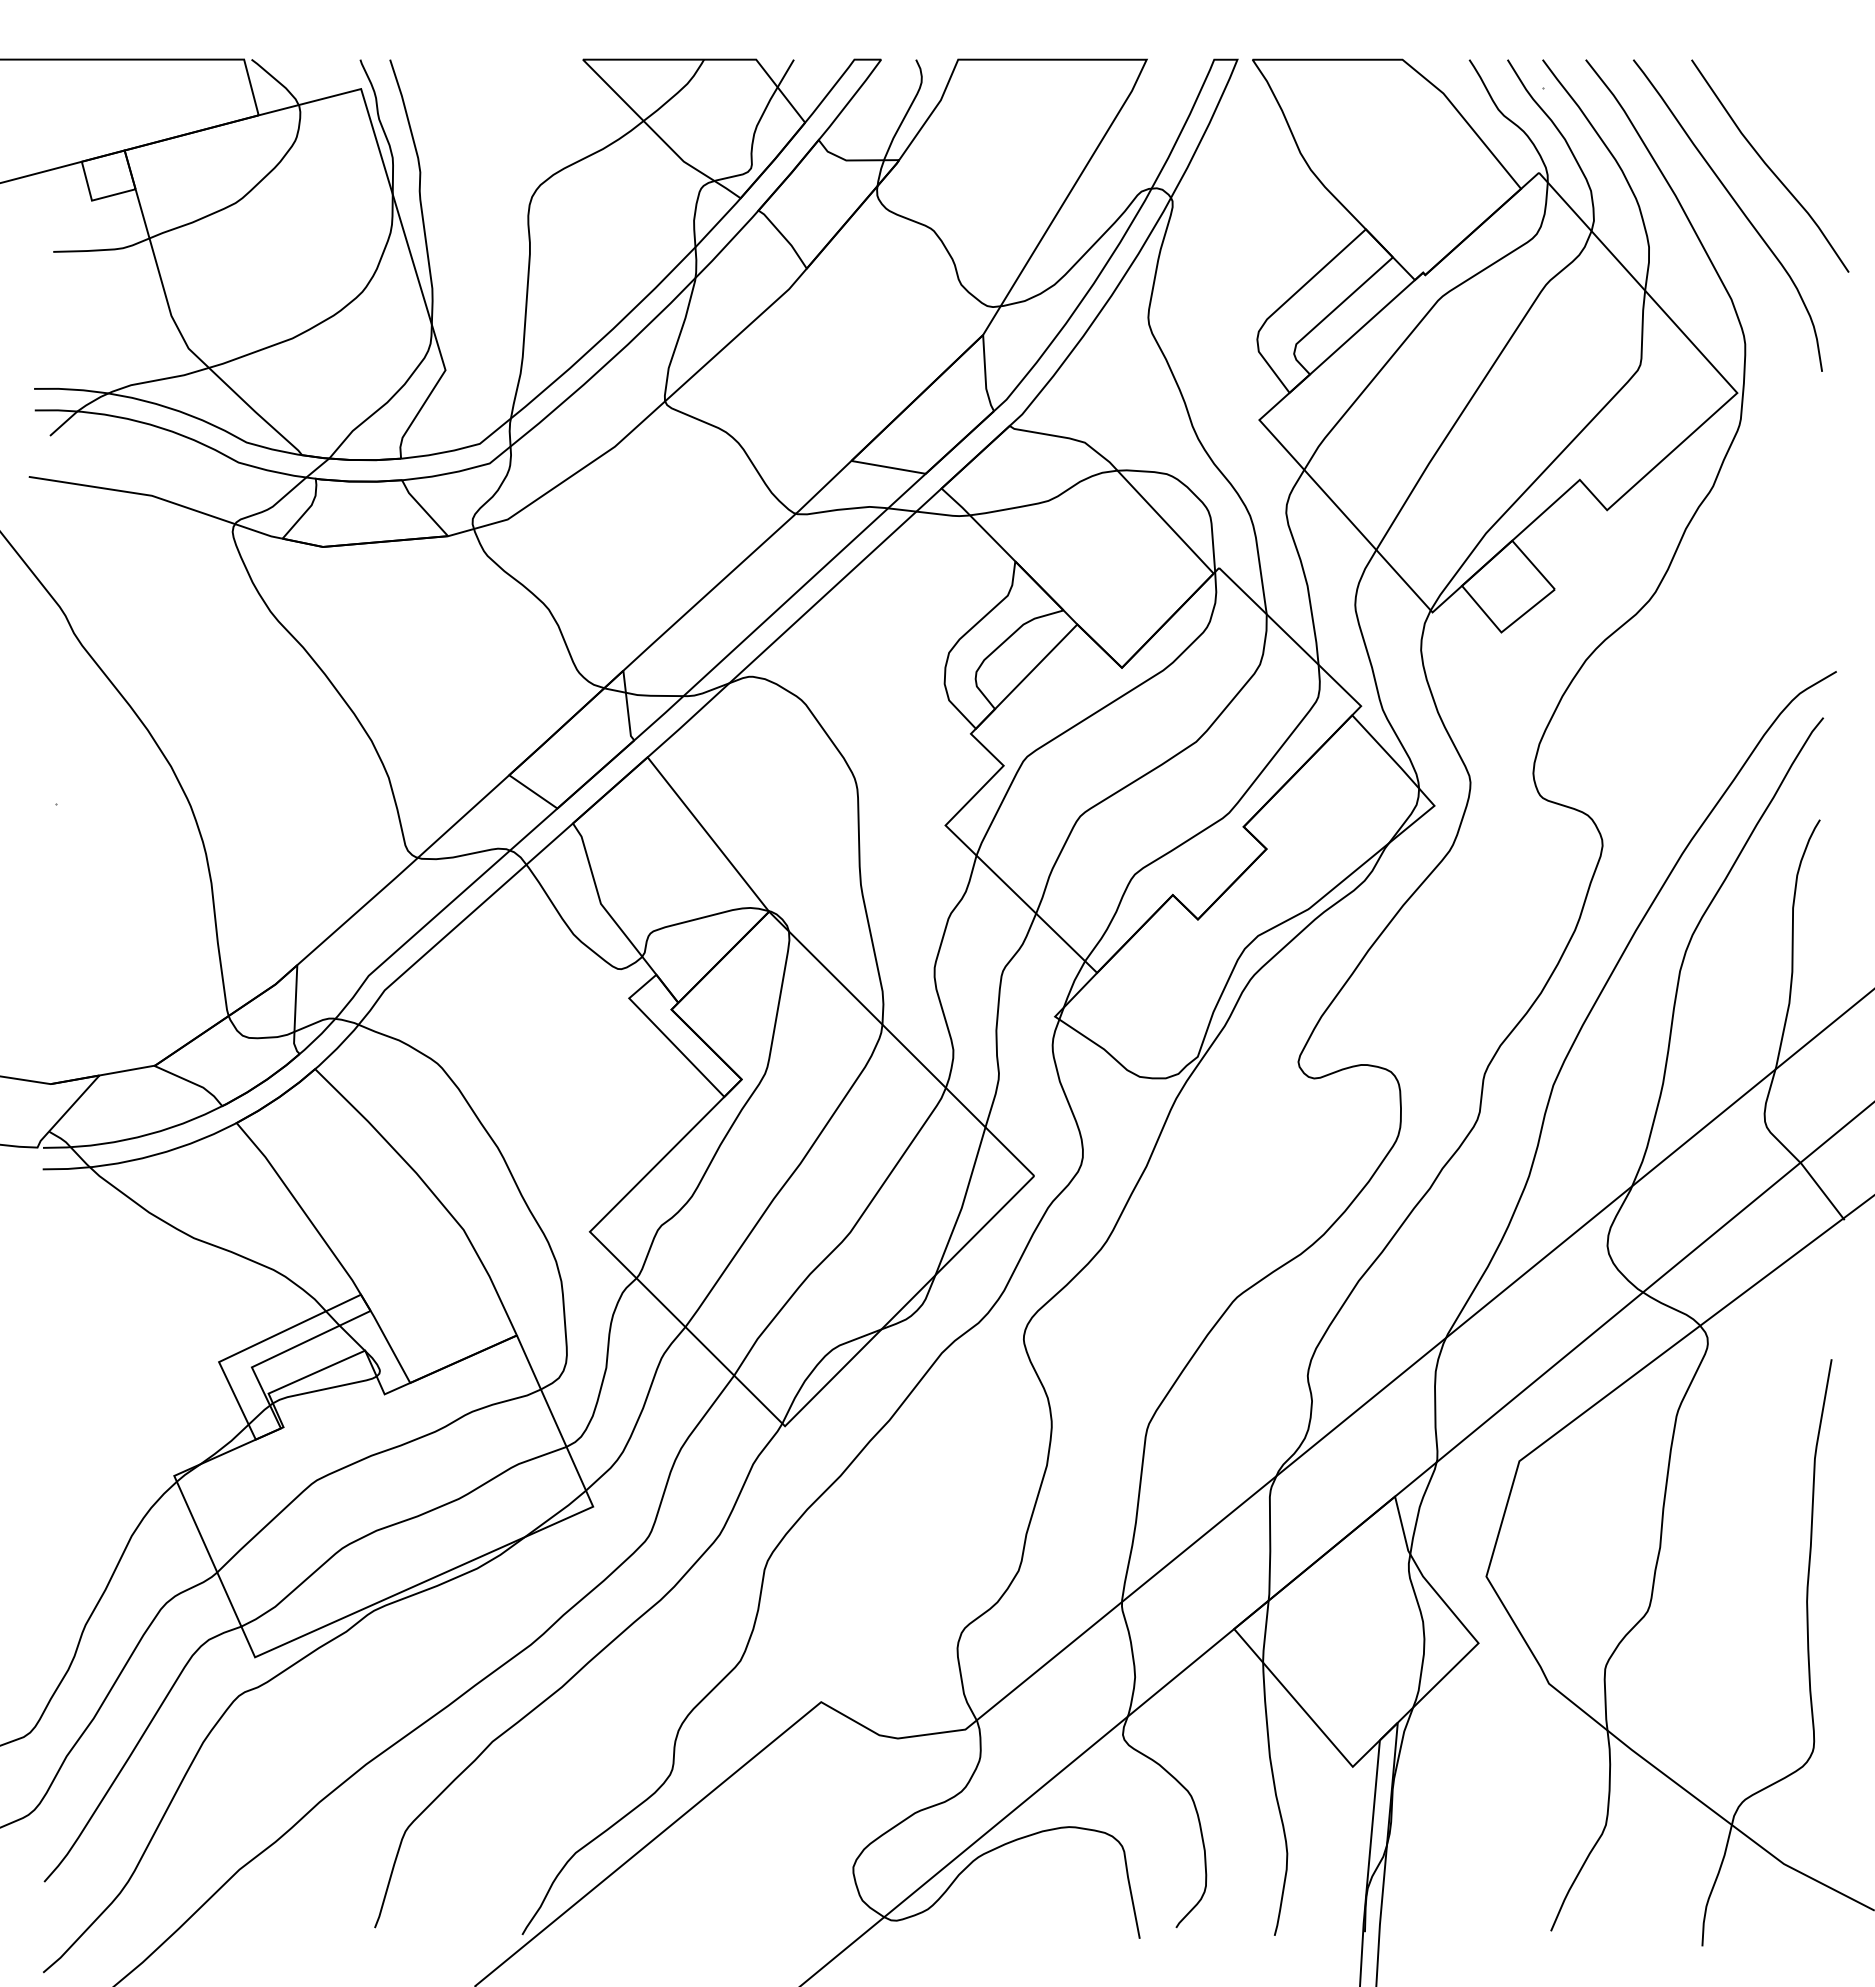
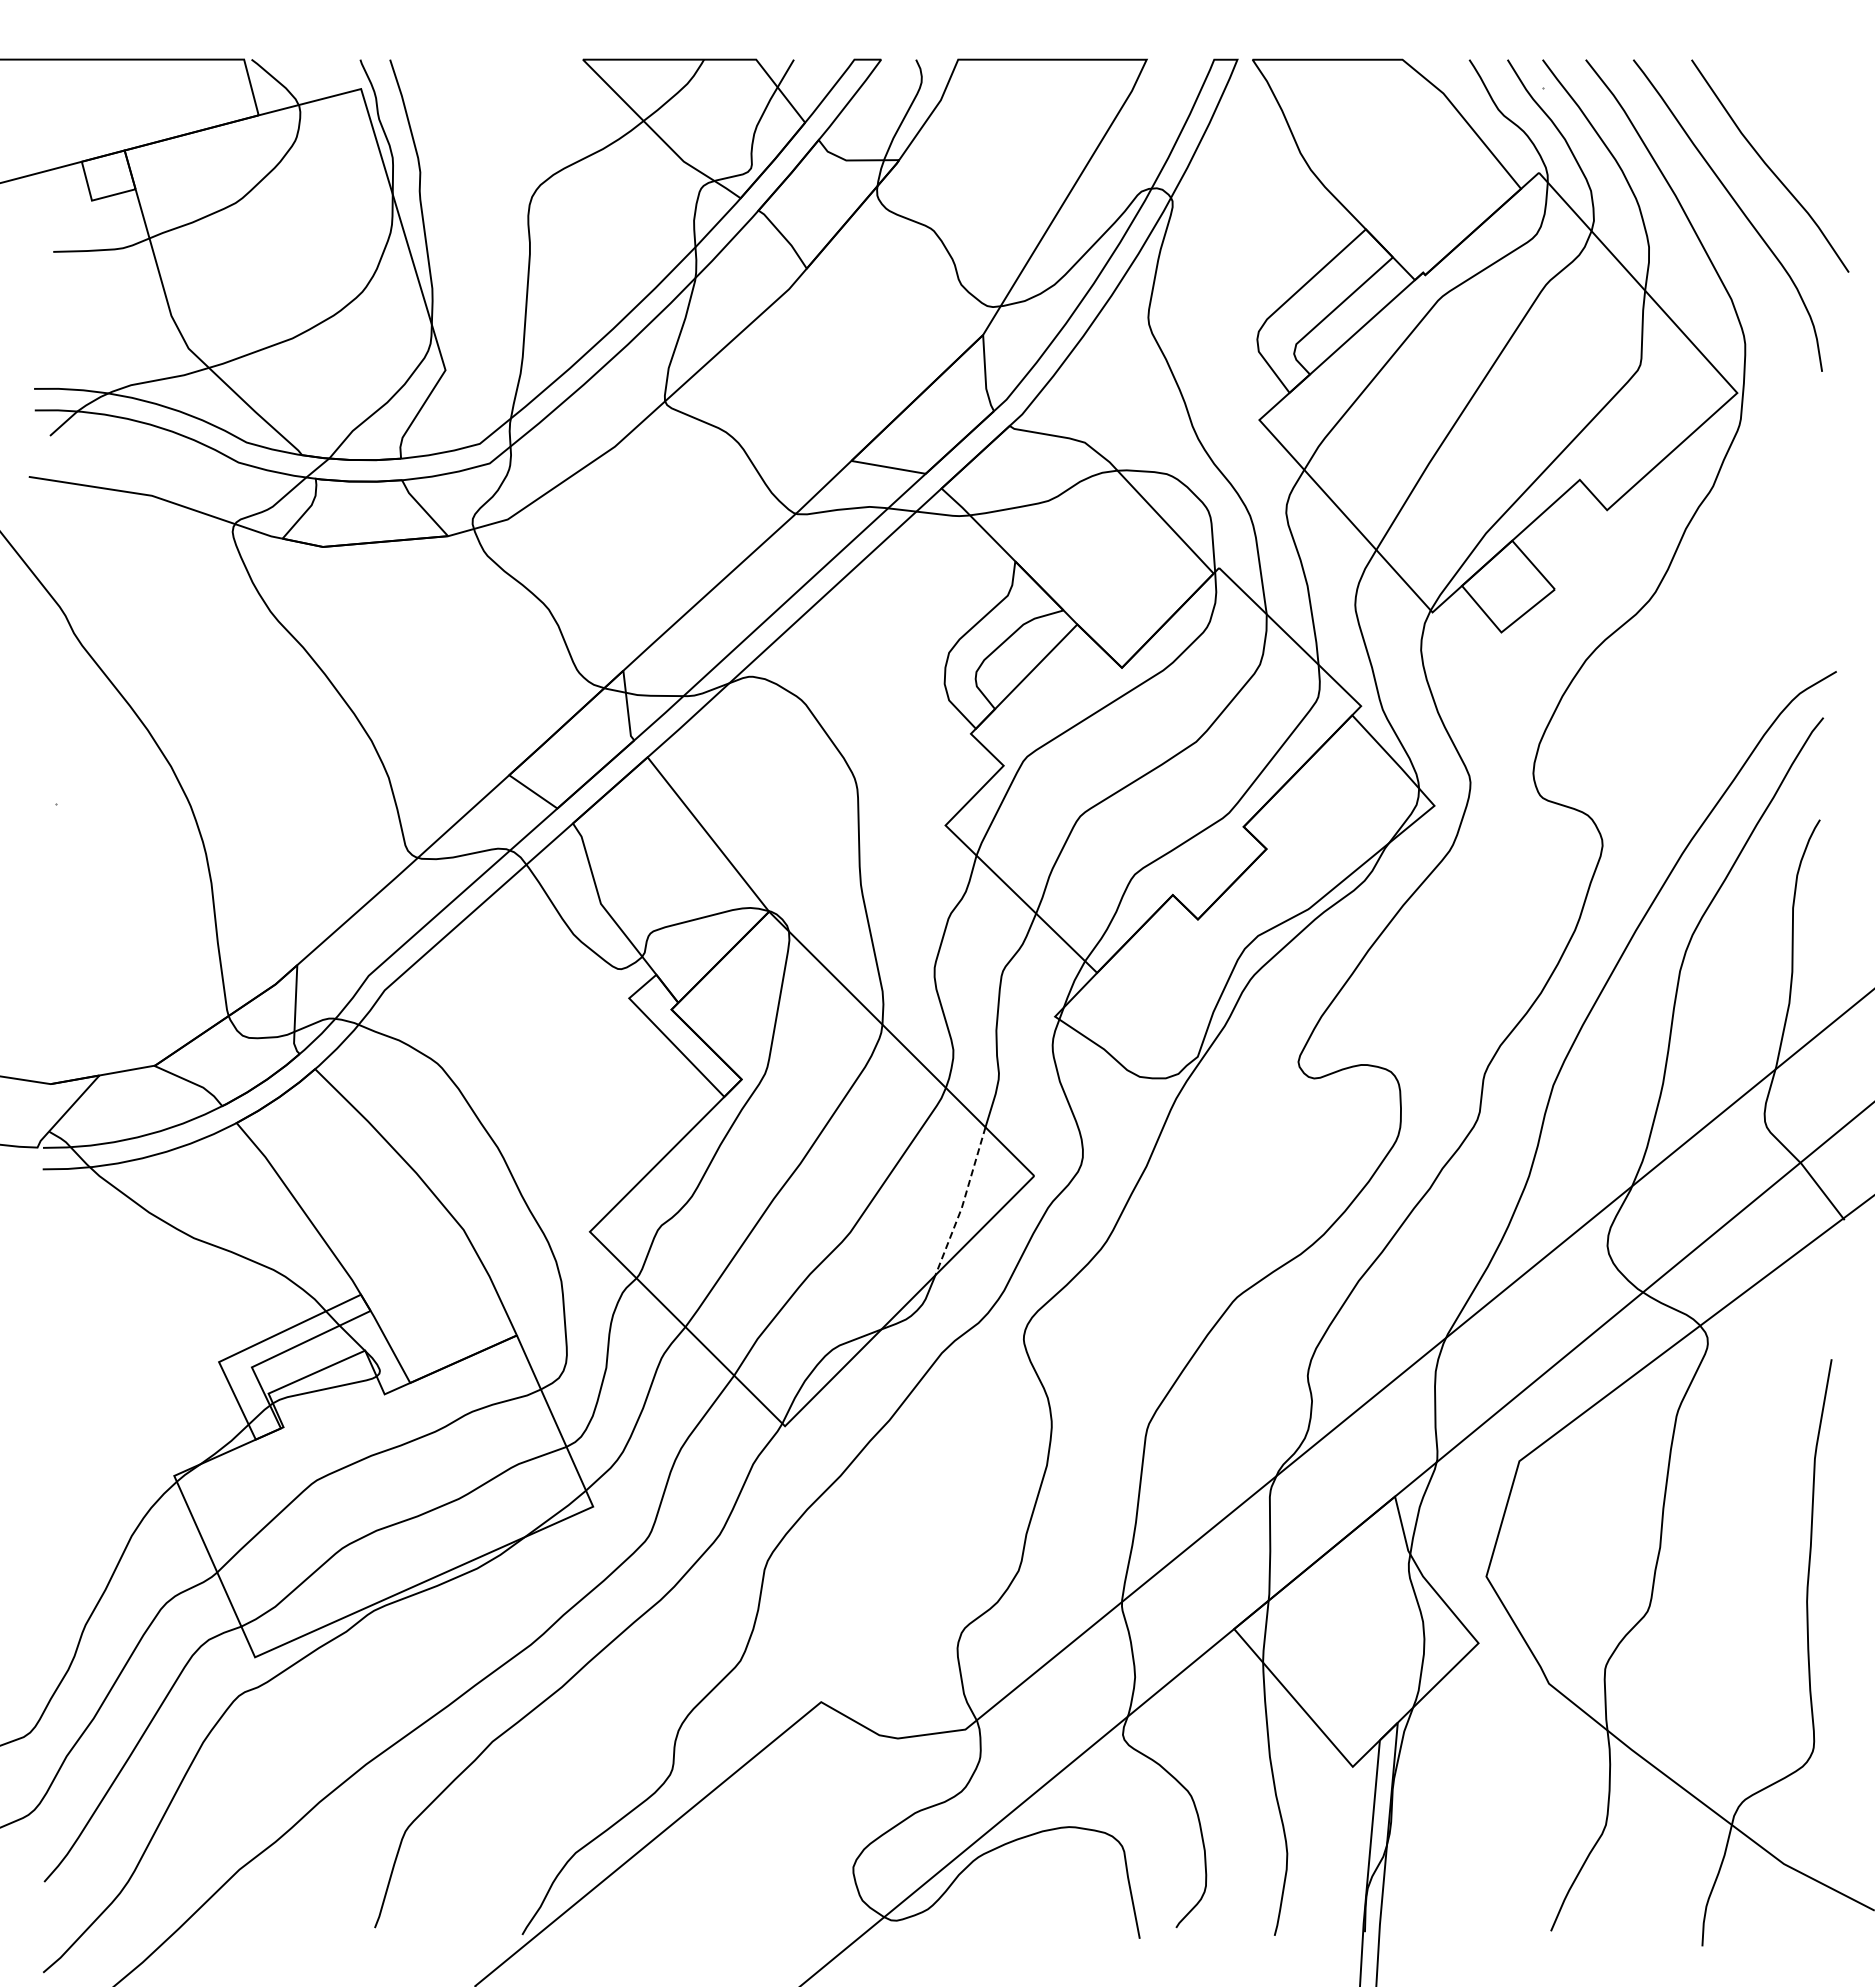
line at (963, 1202): solid -> dashed
